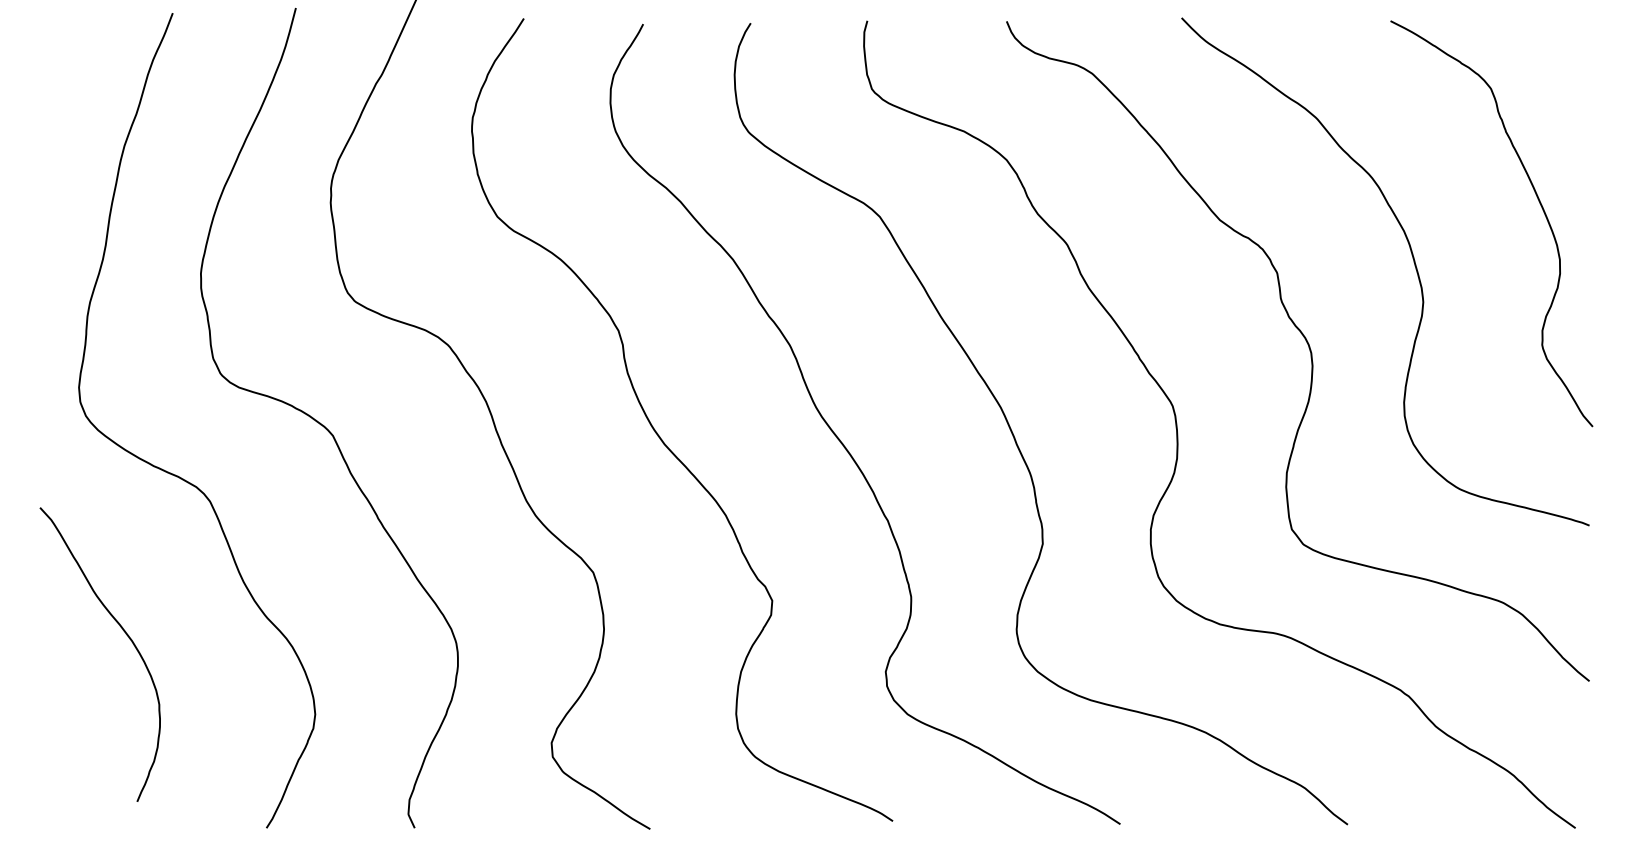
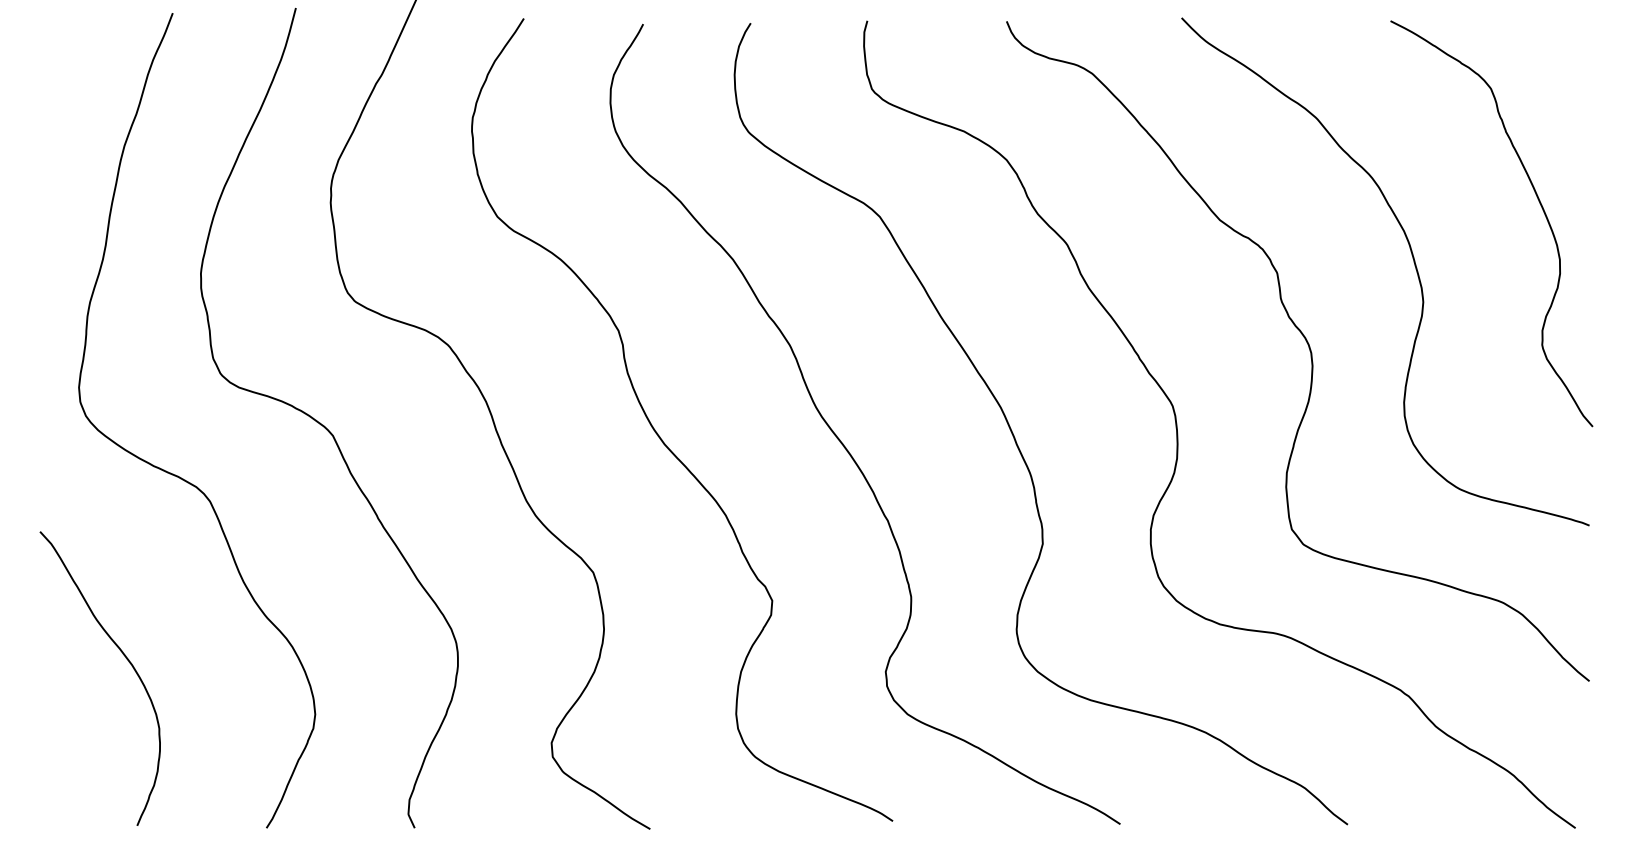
curve at (125, 634) position: (125, 634) -> (125, 658)
